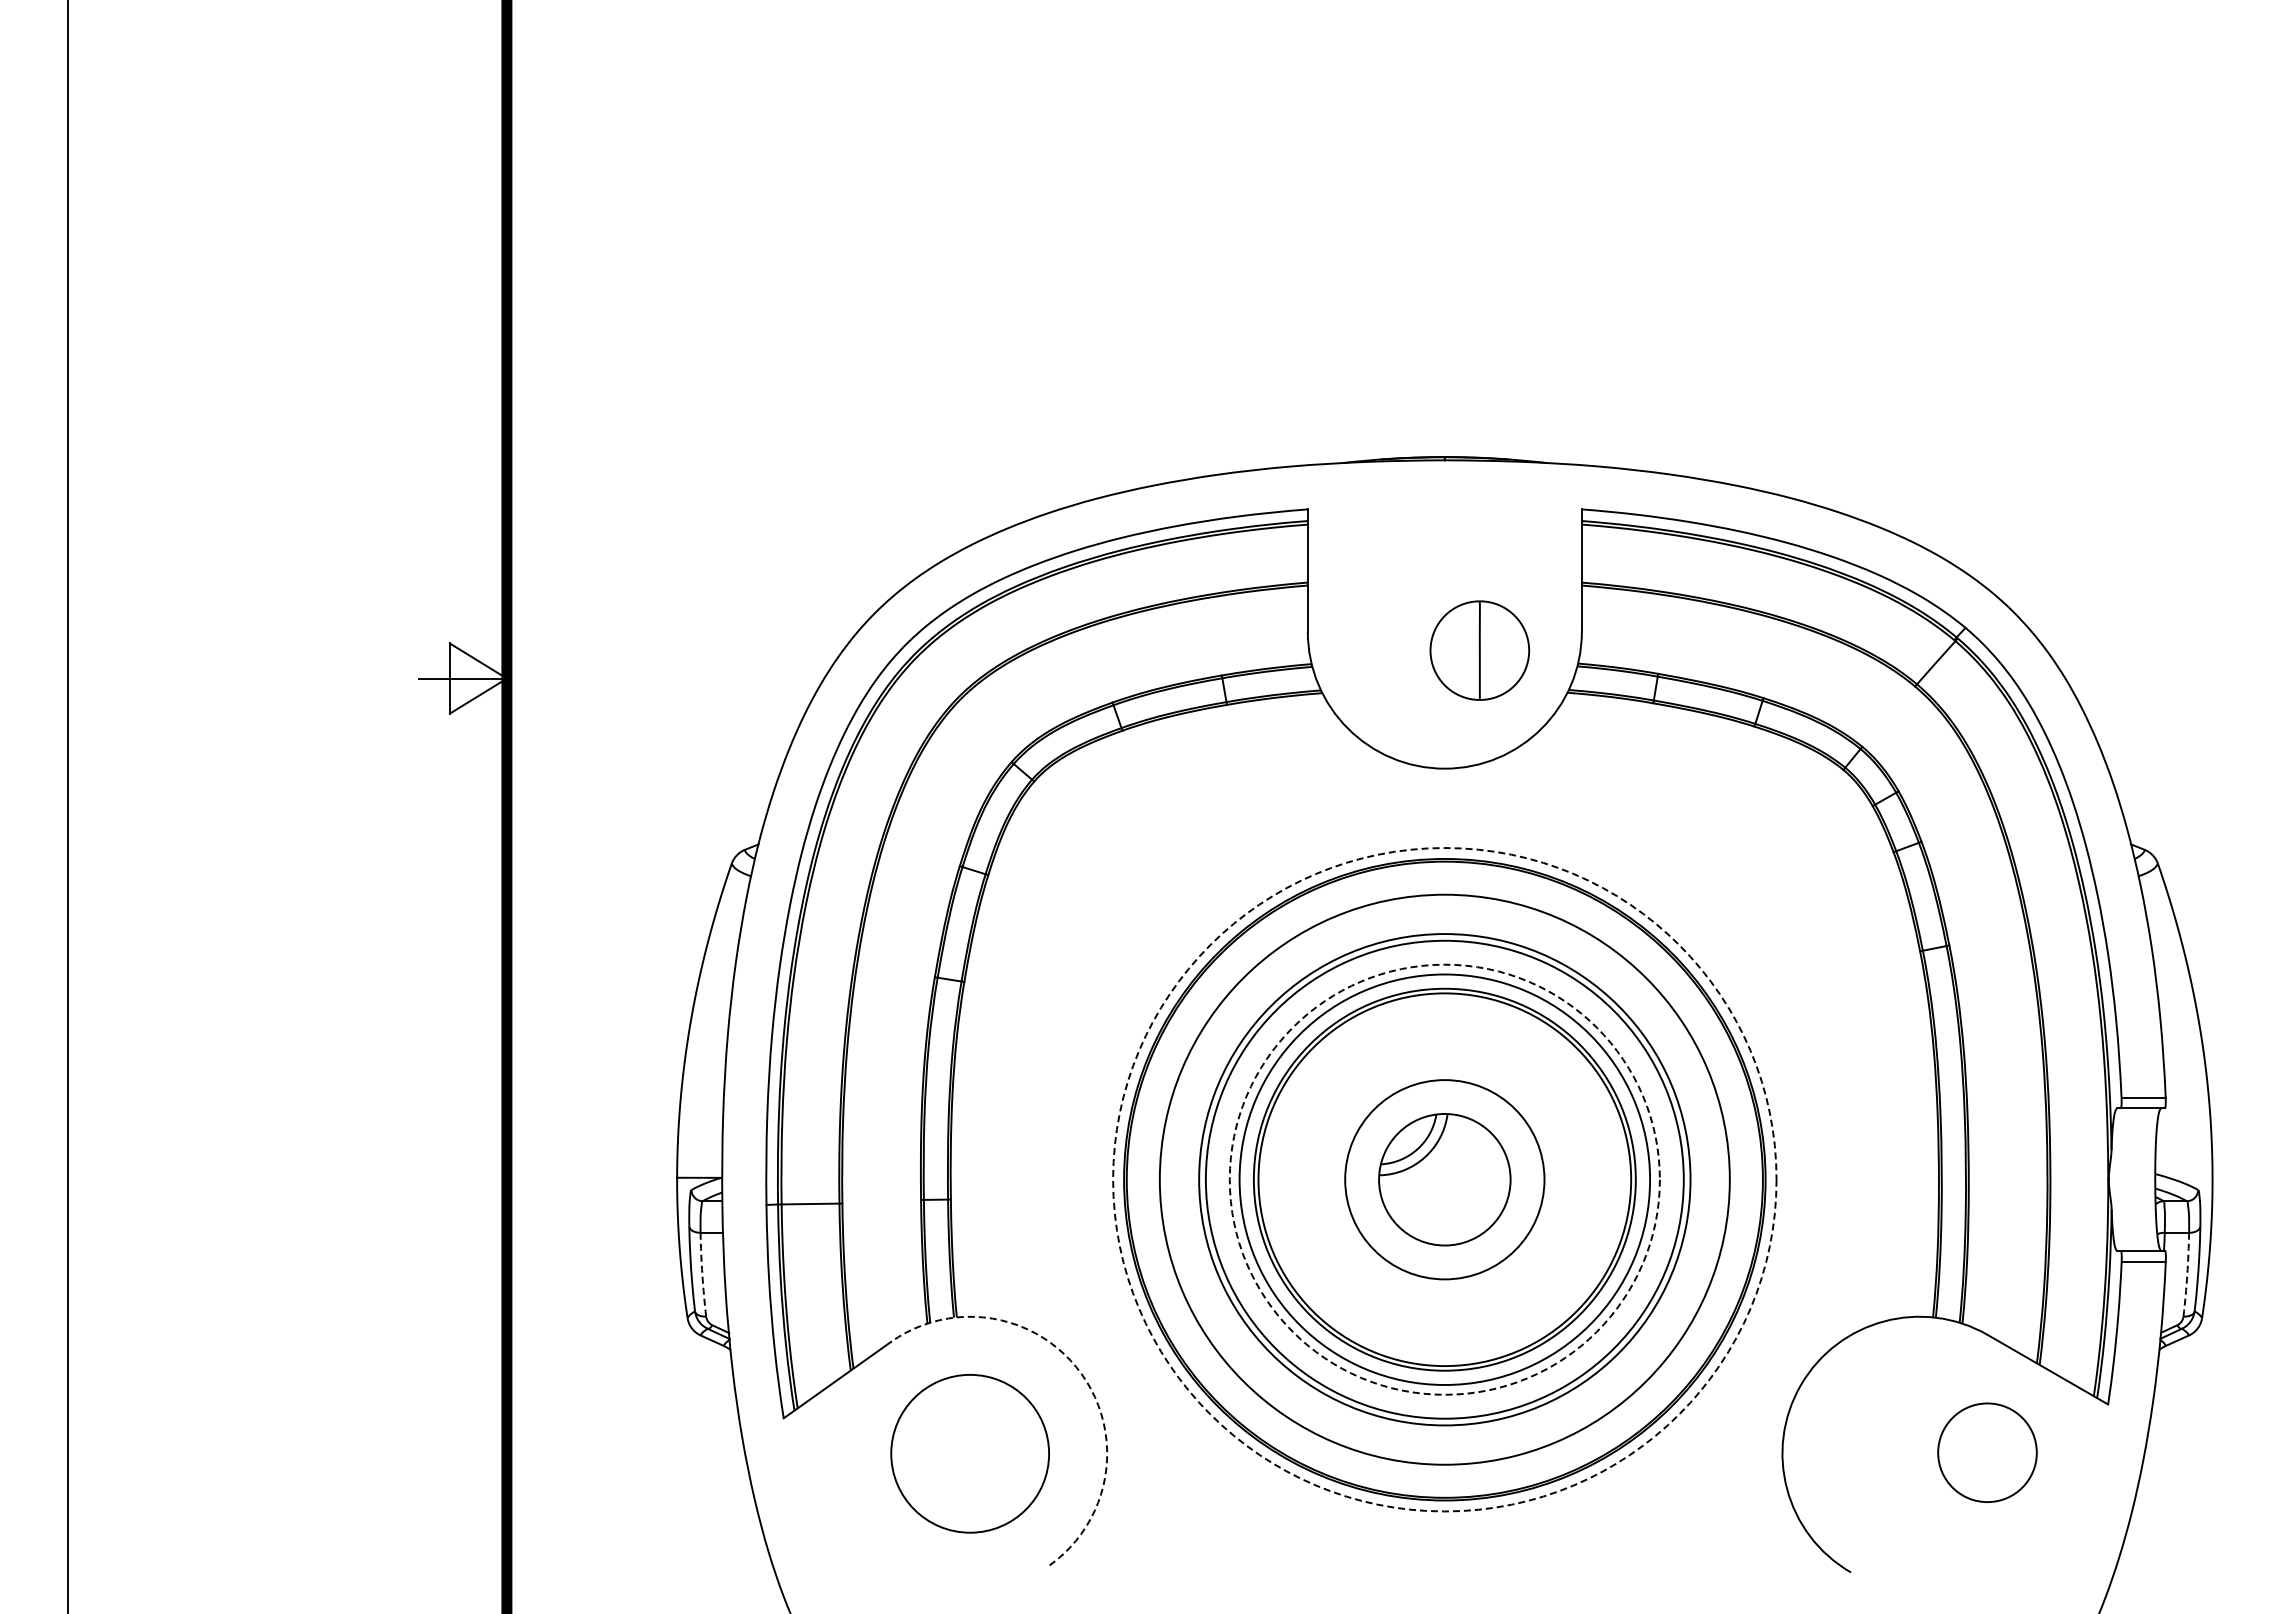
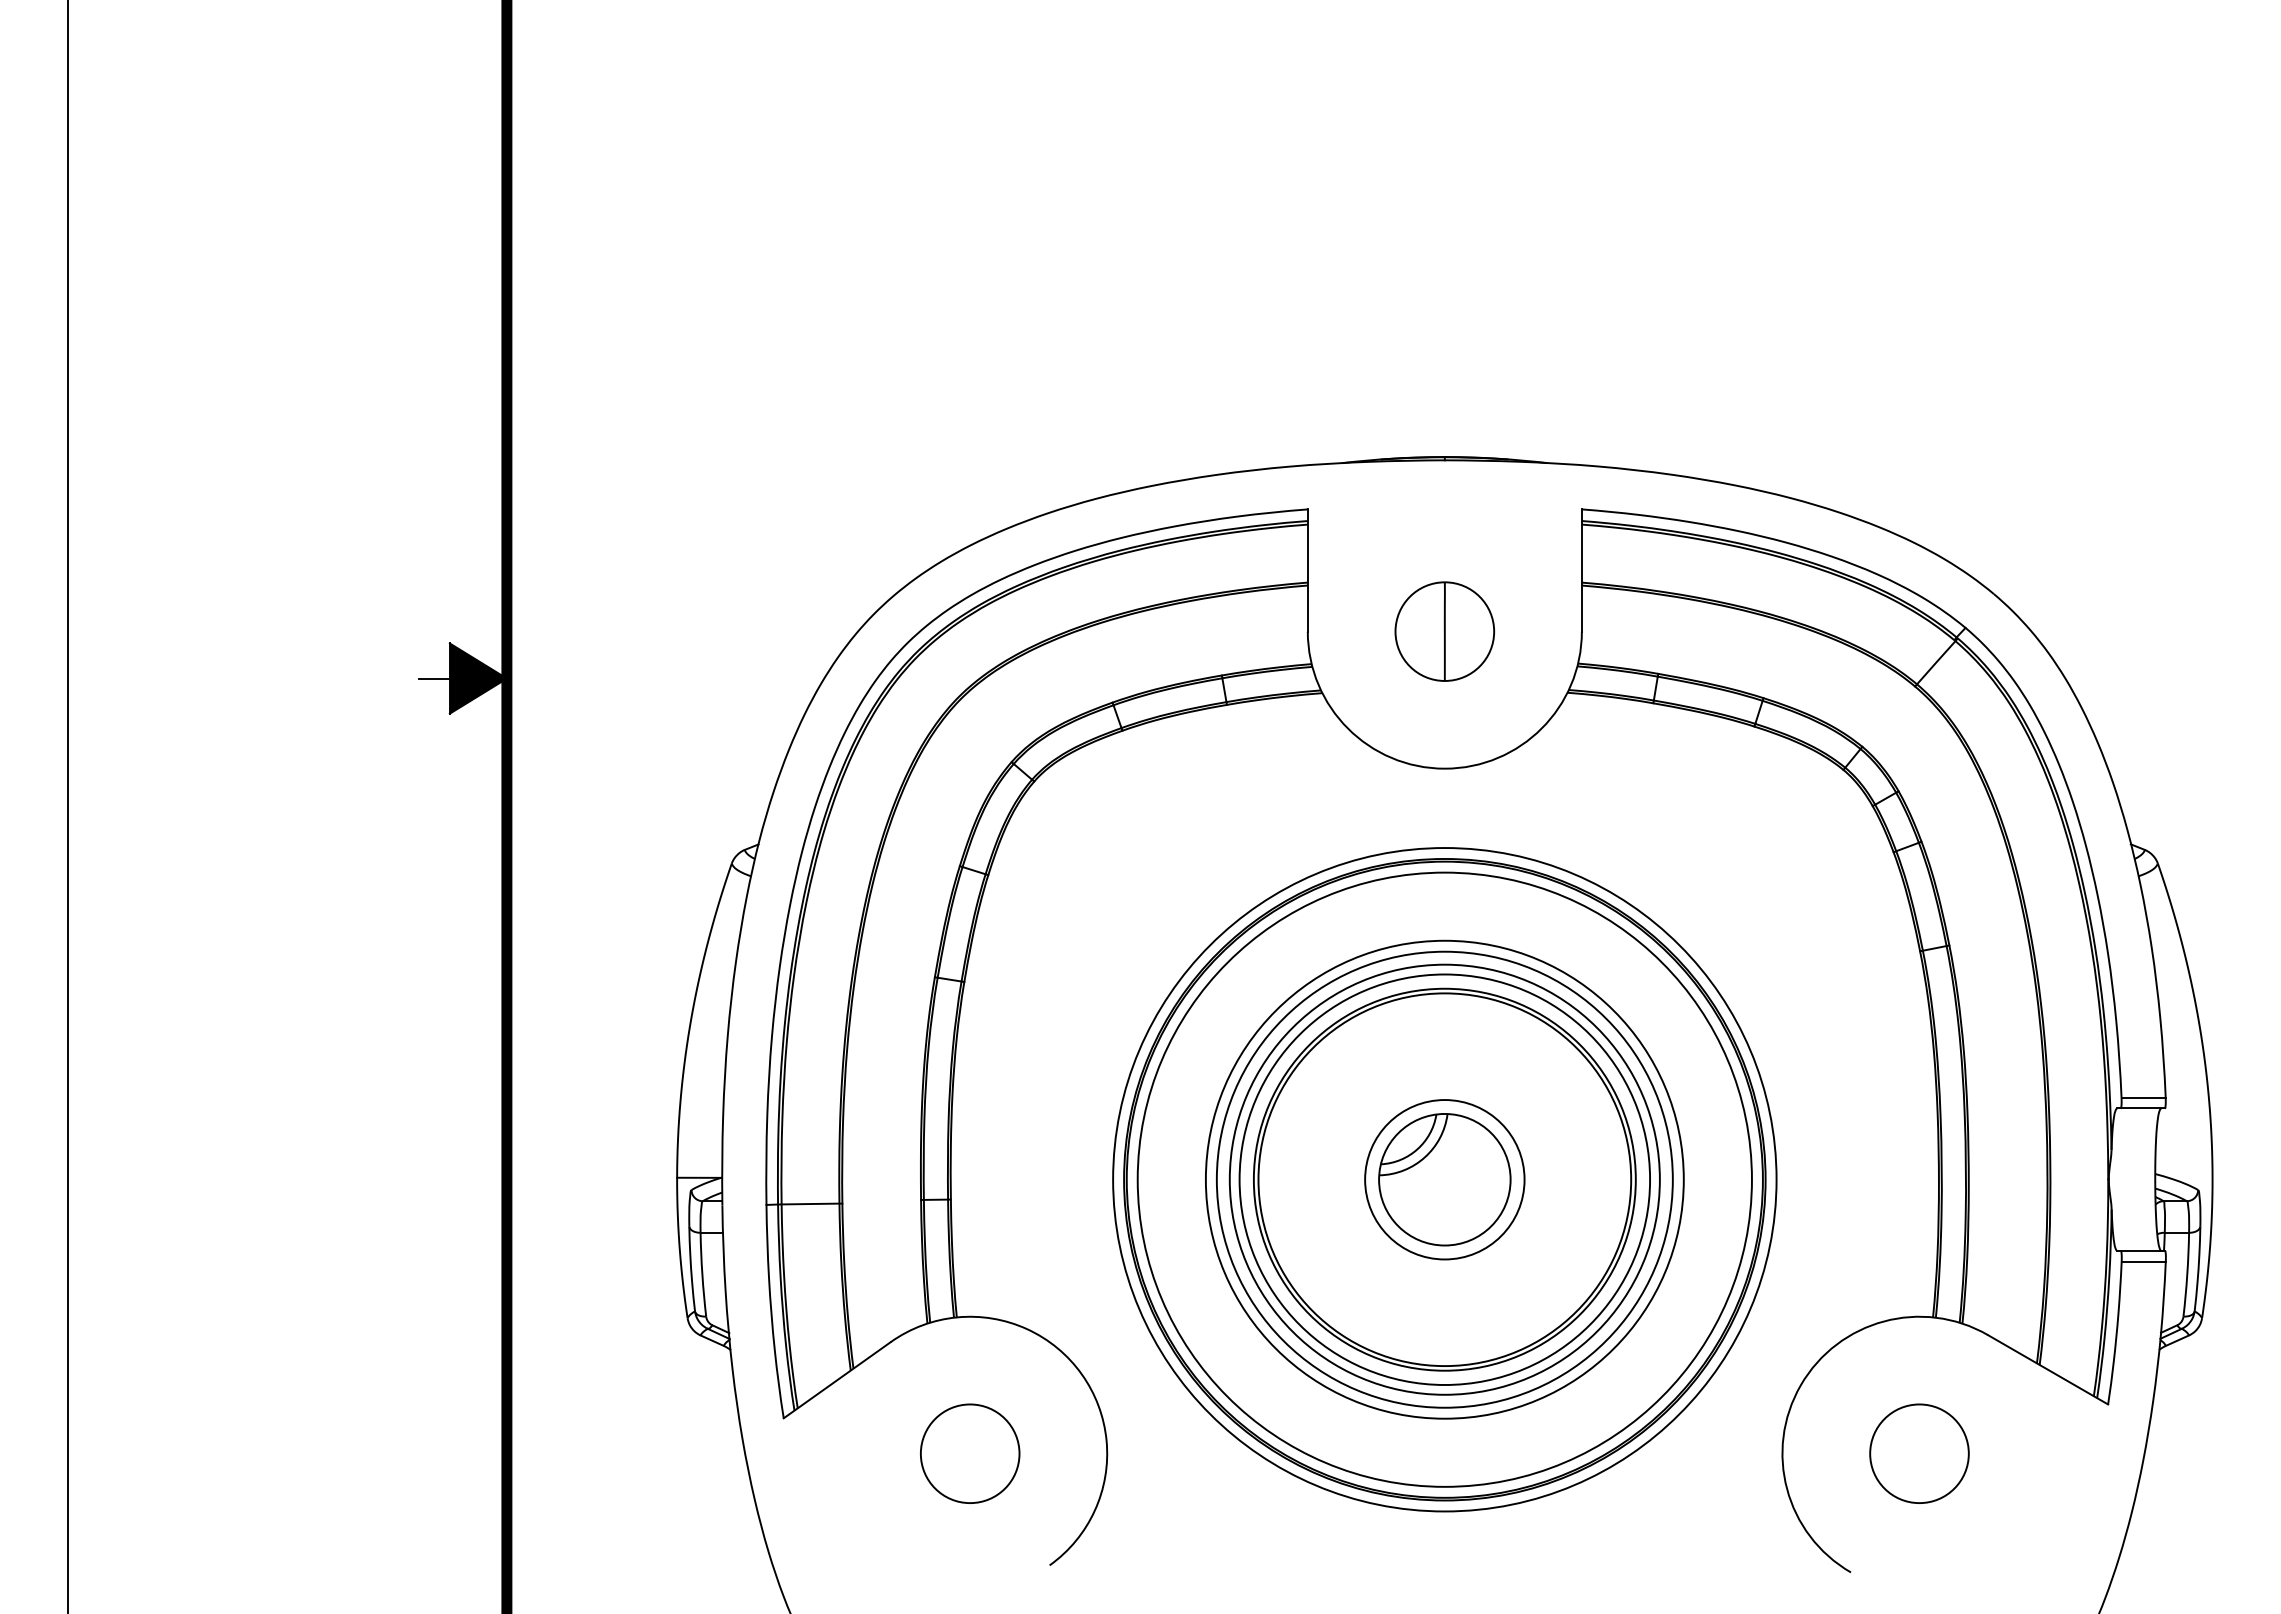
part at (1479, 650) position: (1479, 650) -> (1444, 631)
fill at (477, 678): none -> present
circle at (1444, 1179) diameter: 199 px -> 159 px
circle at (1444, 1179) diameter: 491 px -> 614 px
circle at (1444, 1179) diameter: 570 px -> 456 px
circle at (1444, 1179): dashed -> solid
circle at (1444, 1179): dashed -> solid
arc at (702, 1274): dashed -> solid
arc at (2187, 1274): dashed -> solid
arc at (1081, 1374): dashed -> solid
circle at (1987, 1452) position: (1987, 1452) -> (1919, 1453)
circle at (970, 1453) diameter: 158 px -> 99 px
